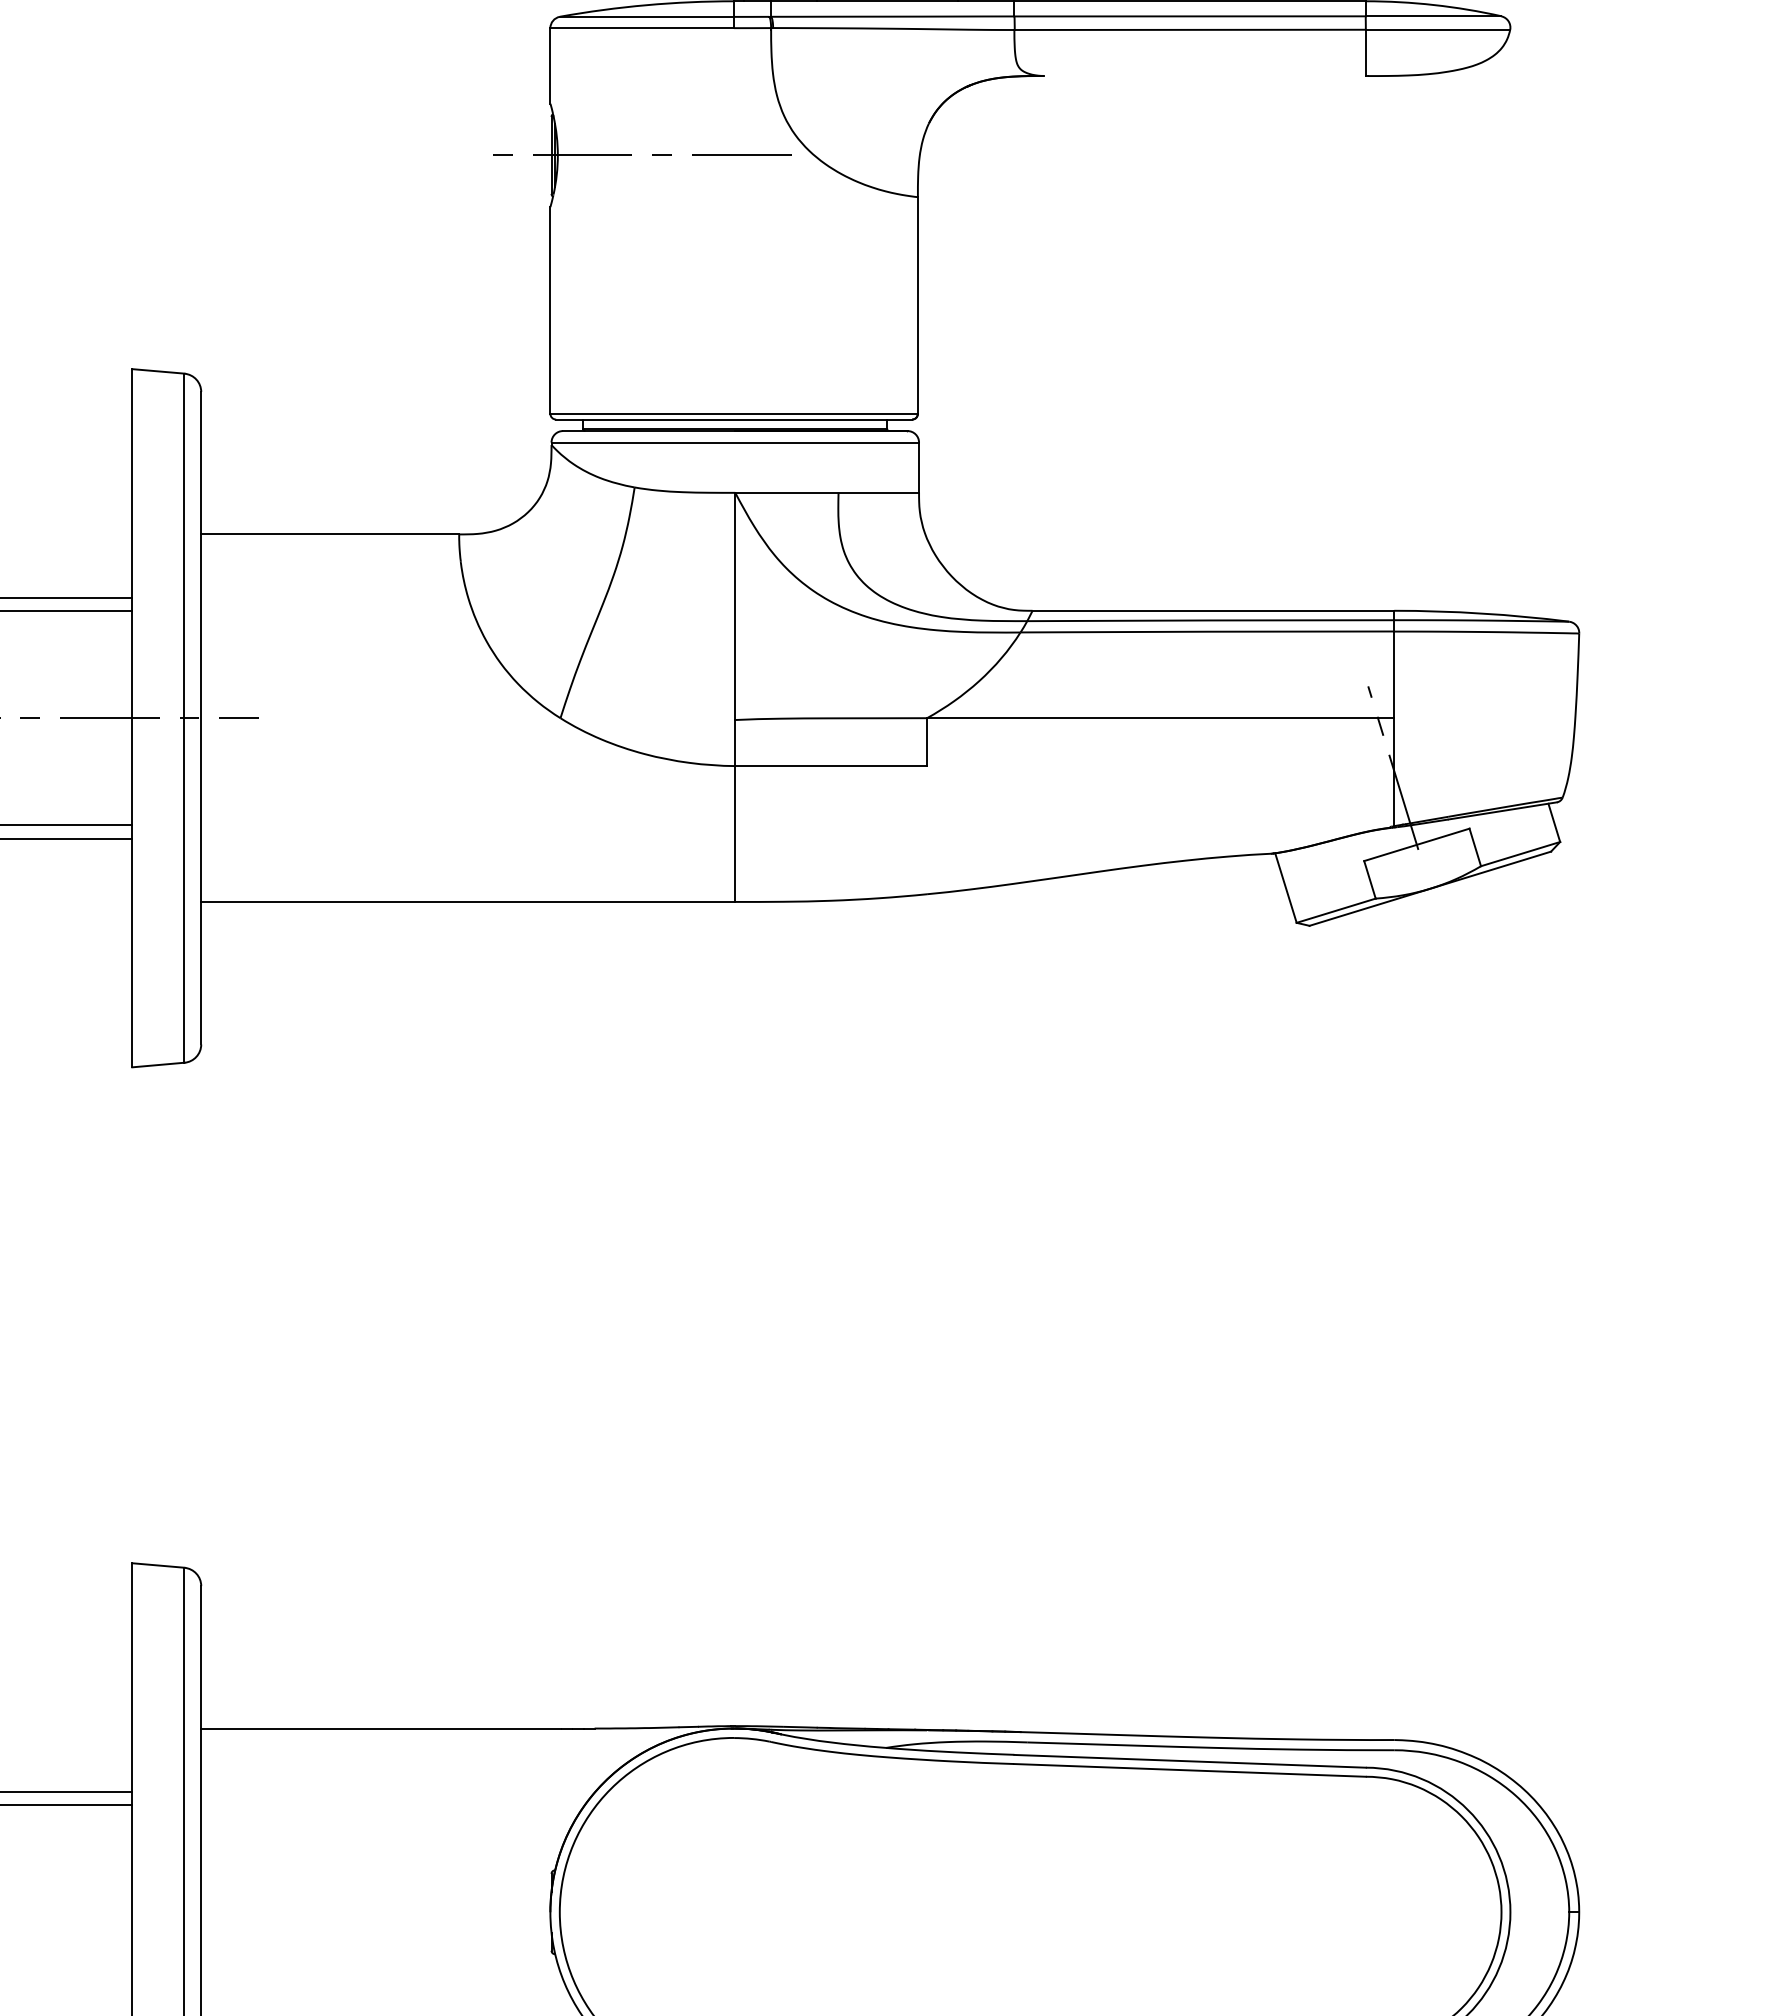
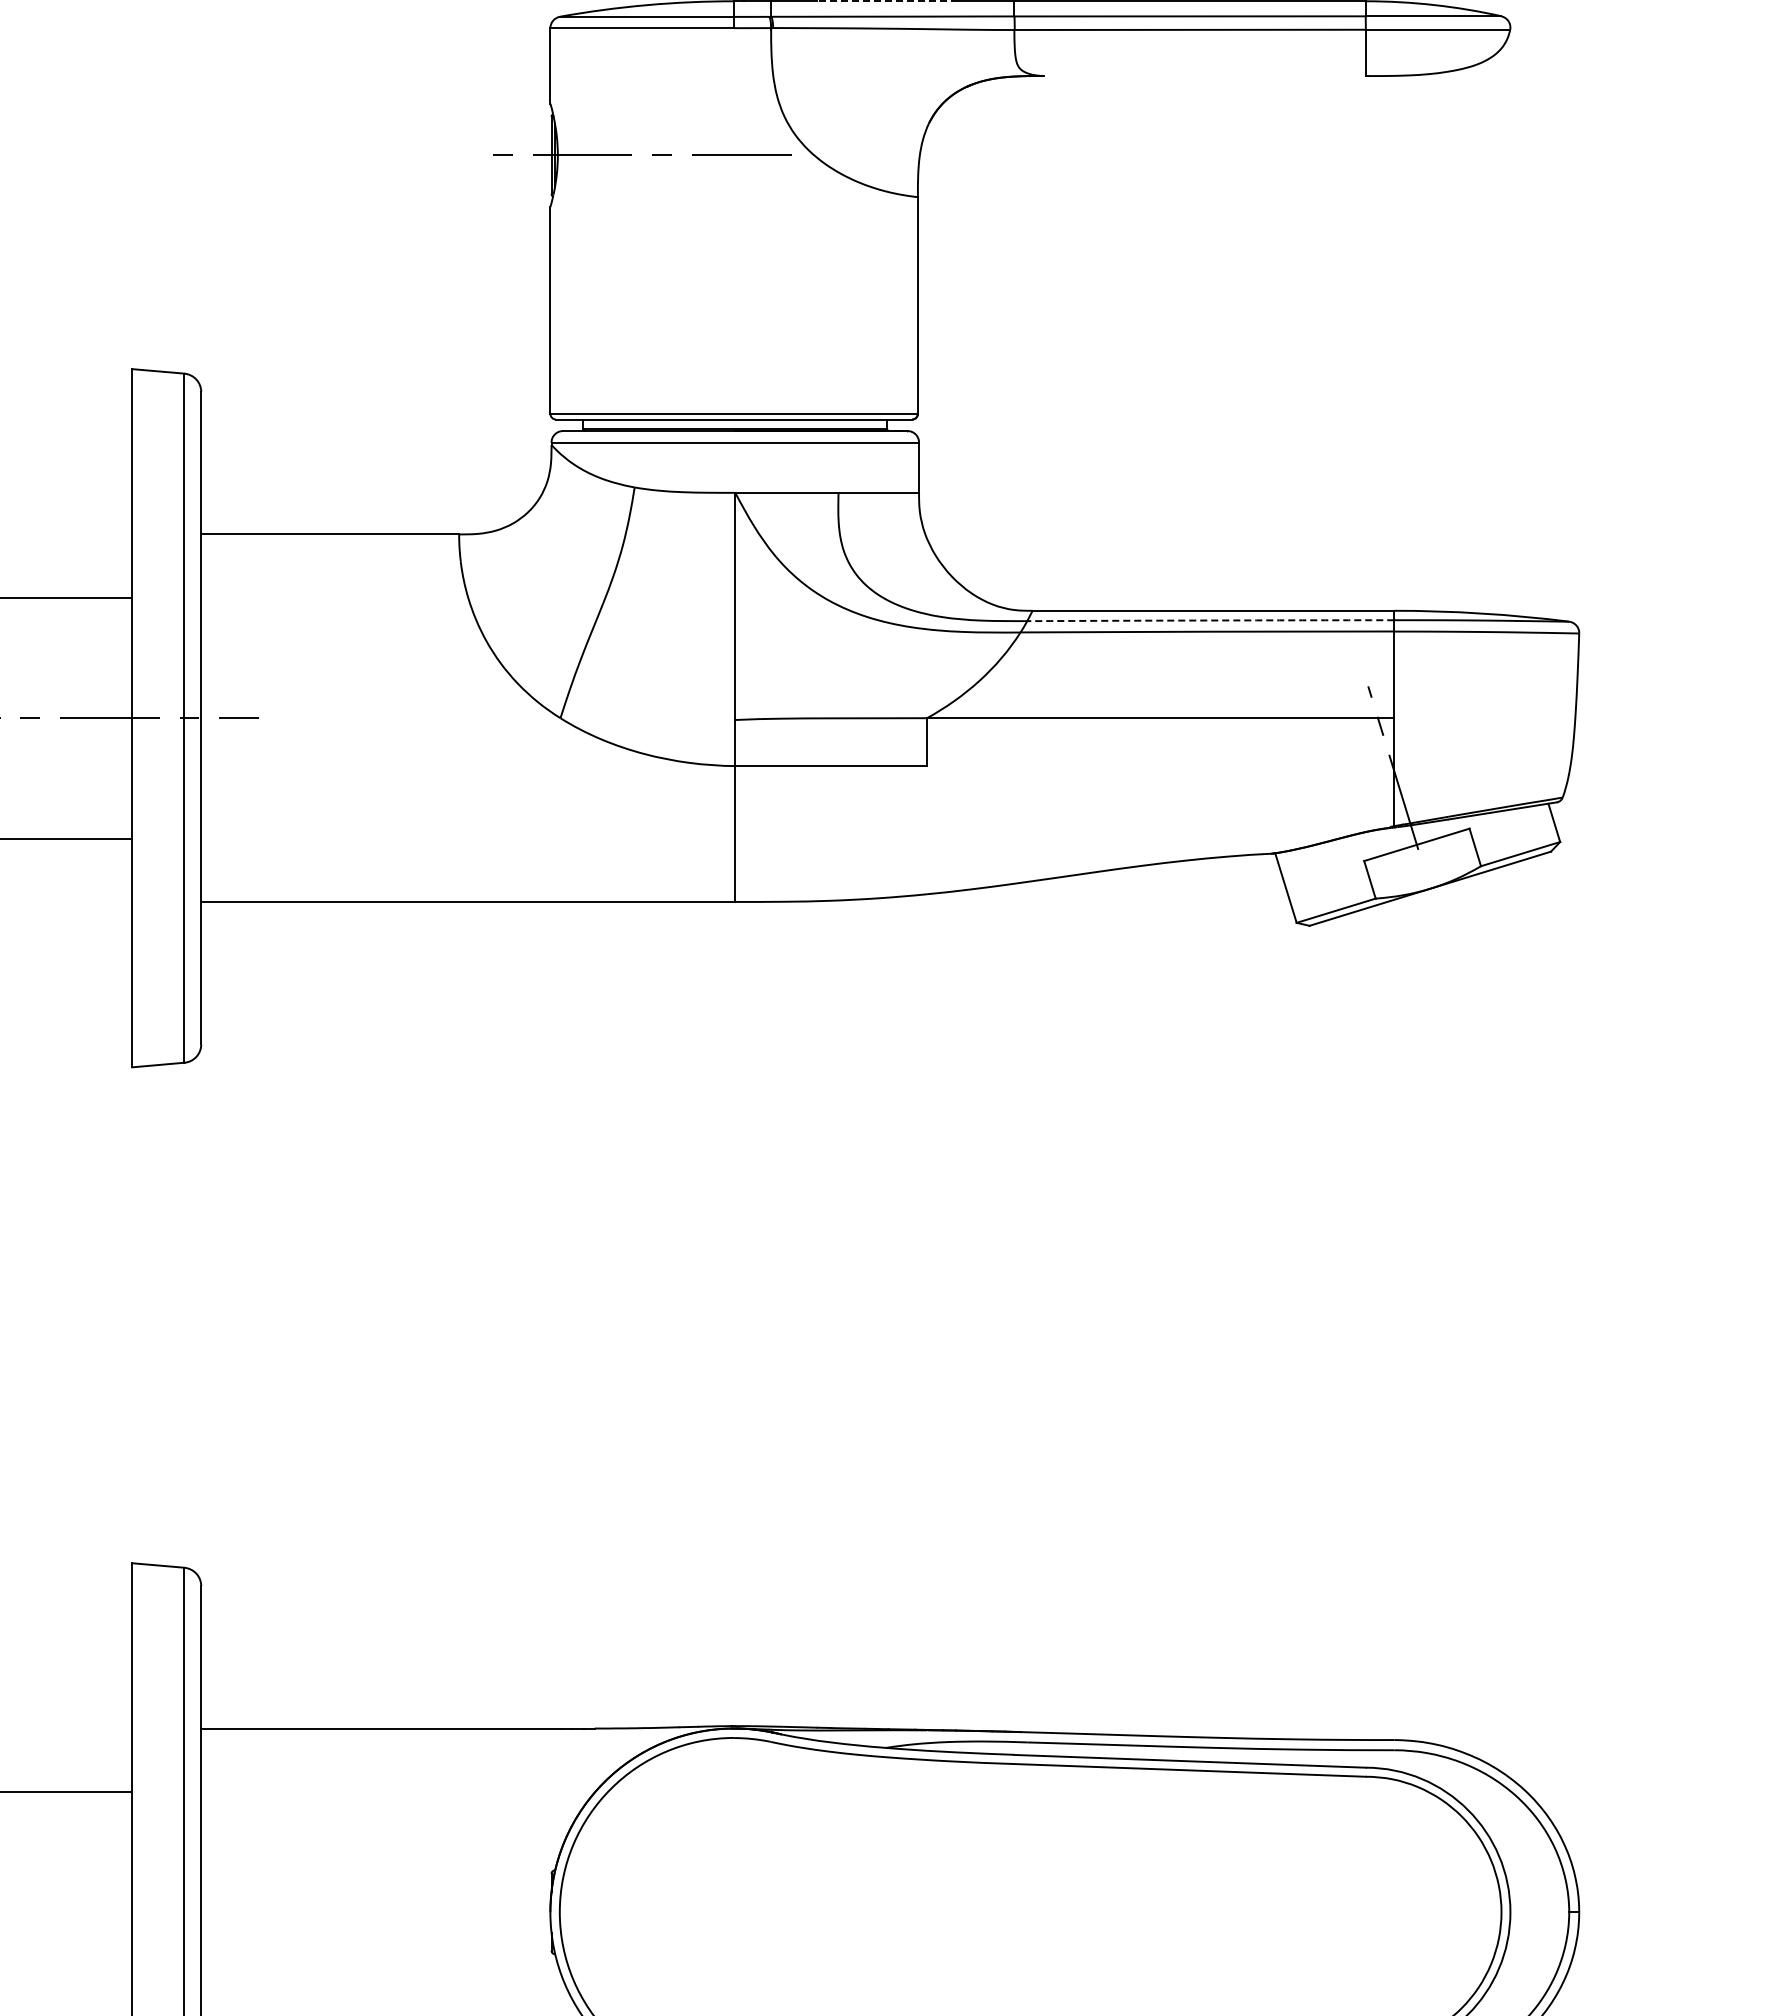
line at (886, 1): solid -> dashed
line at (67, 611): present -> none
arc at (1210, 620): solid -> dashed
line at (67, 825): present -> none
line at (67, 1805): present -> none
